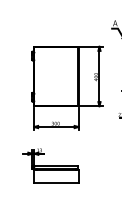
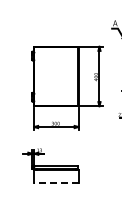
line at (55, 183): solid -> dashed
